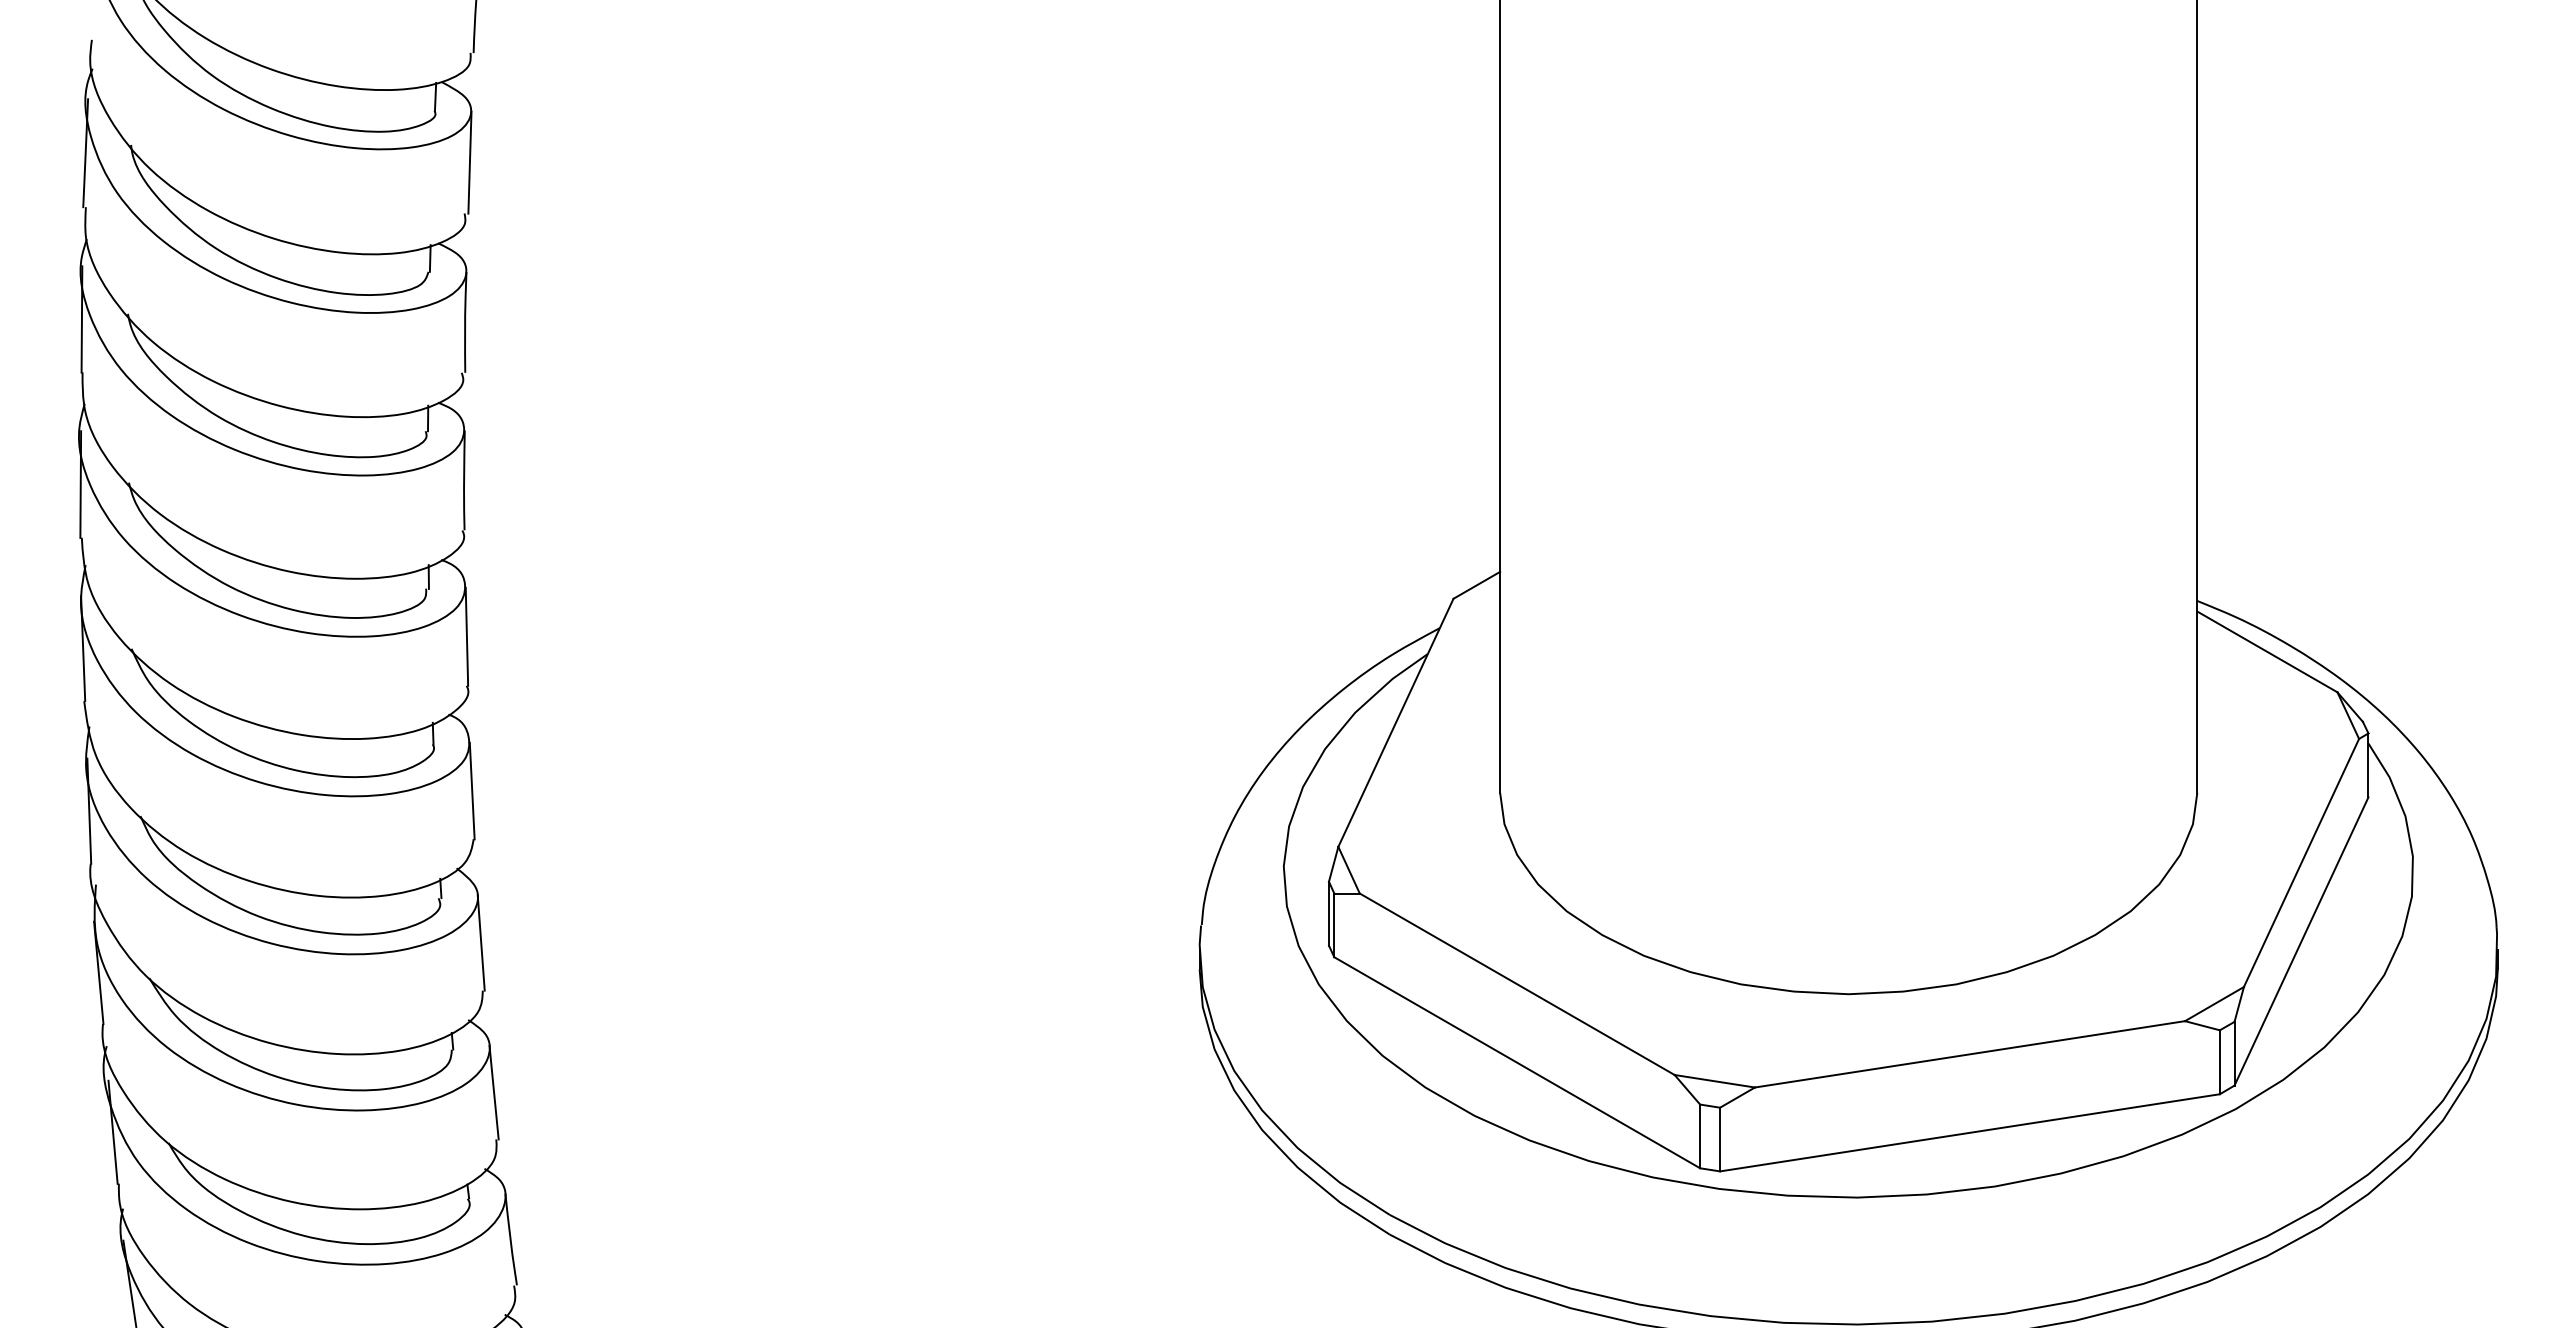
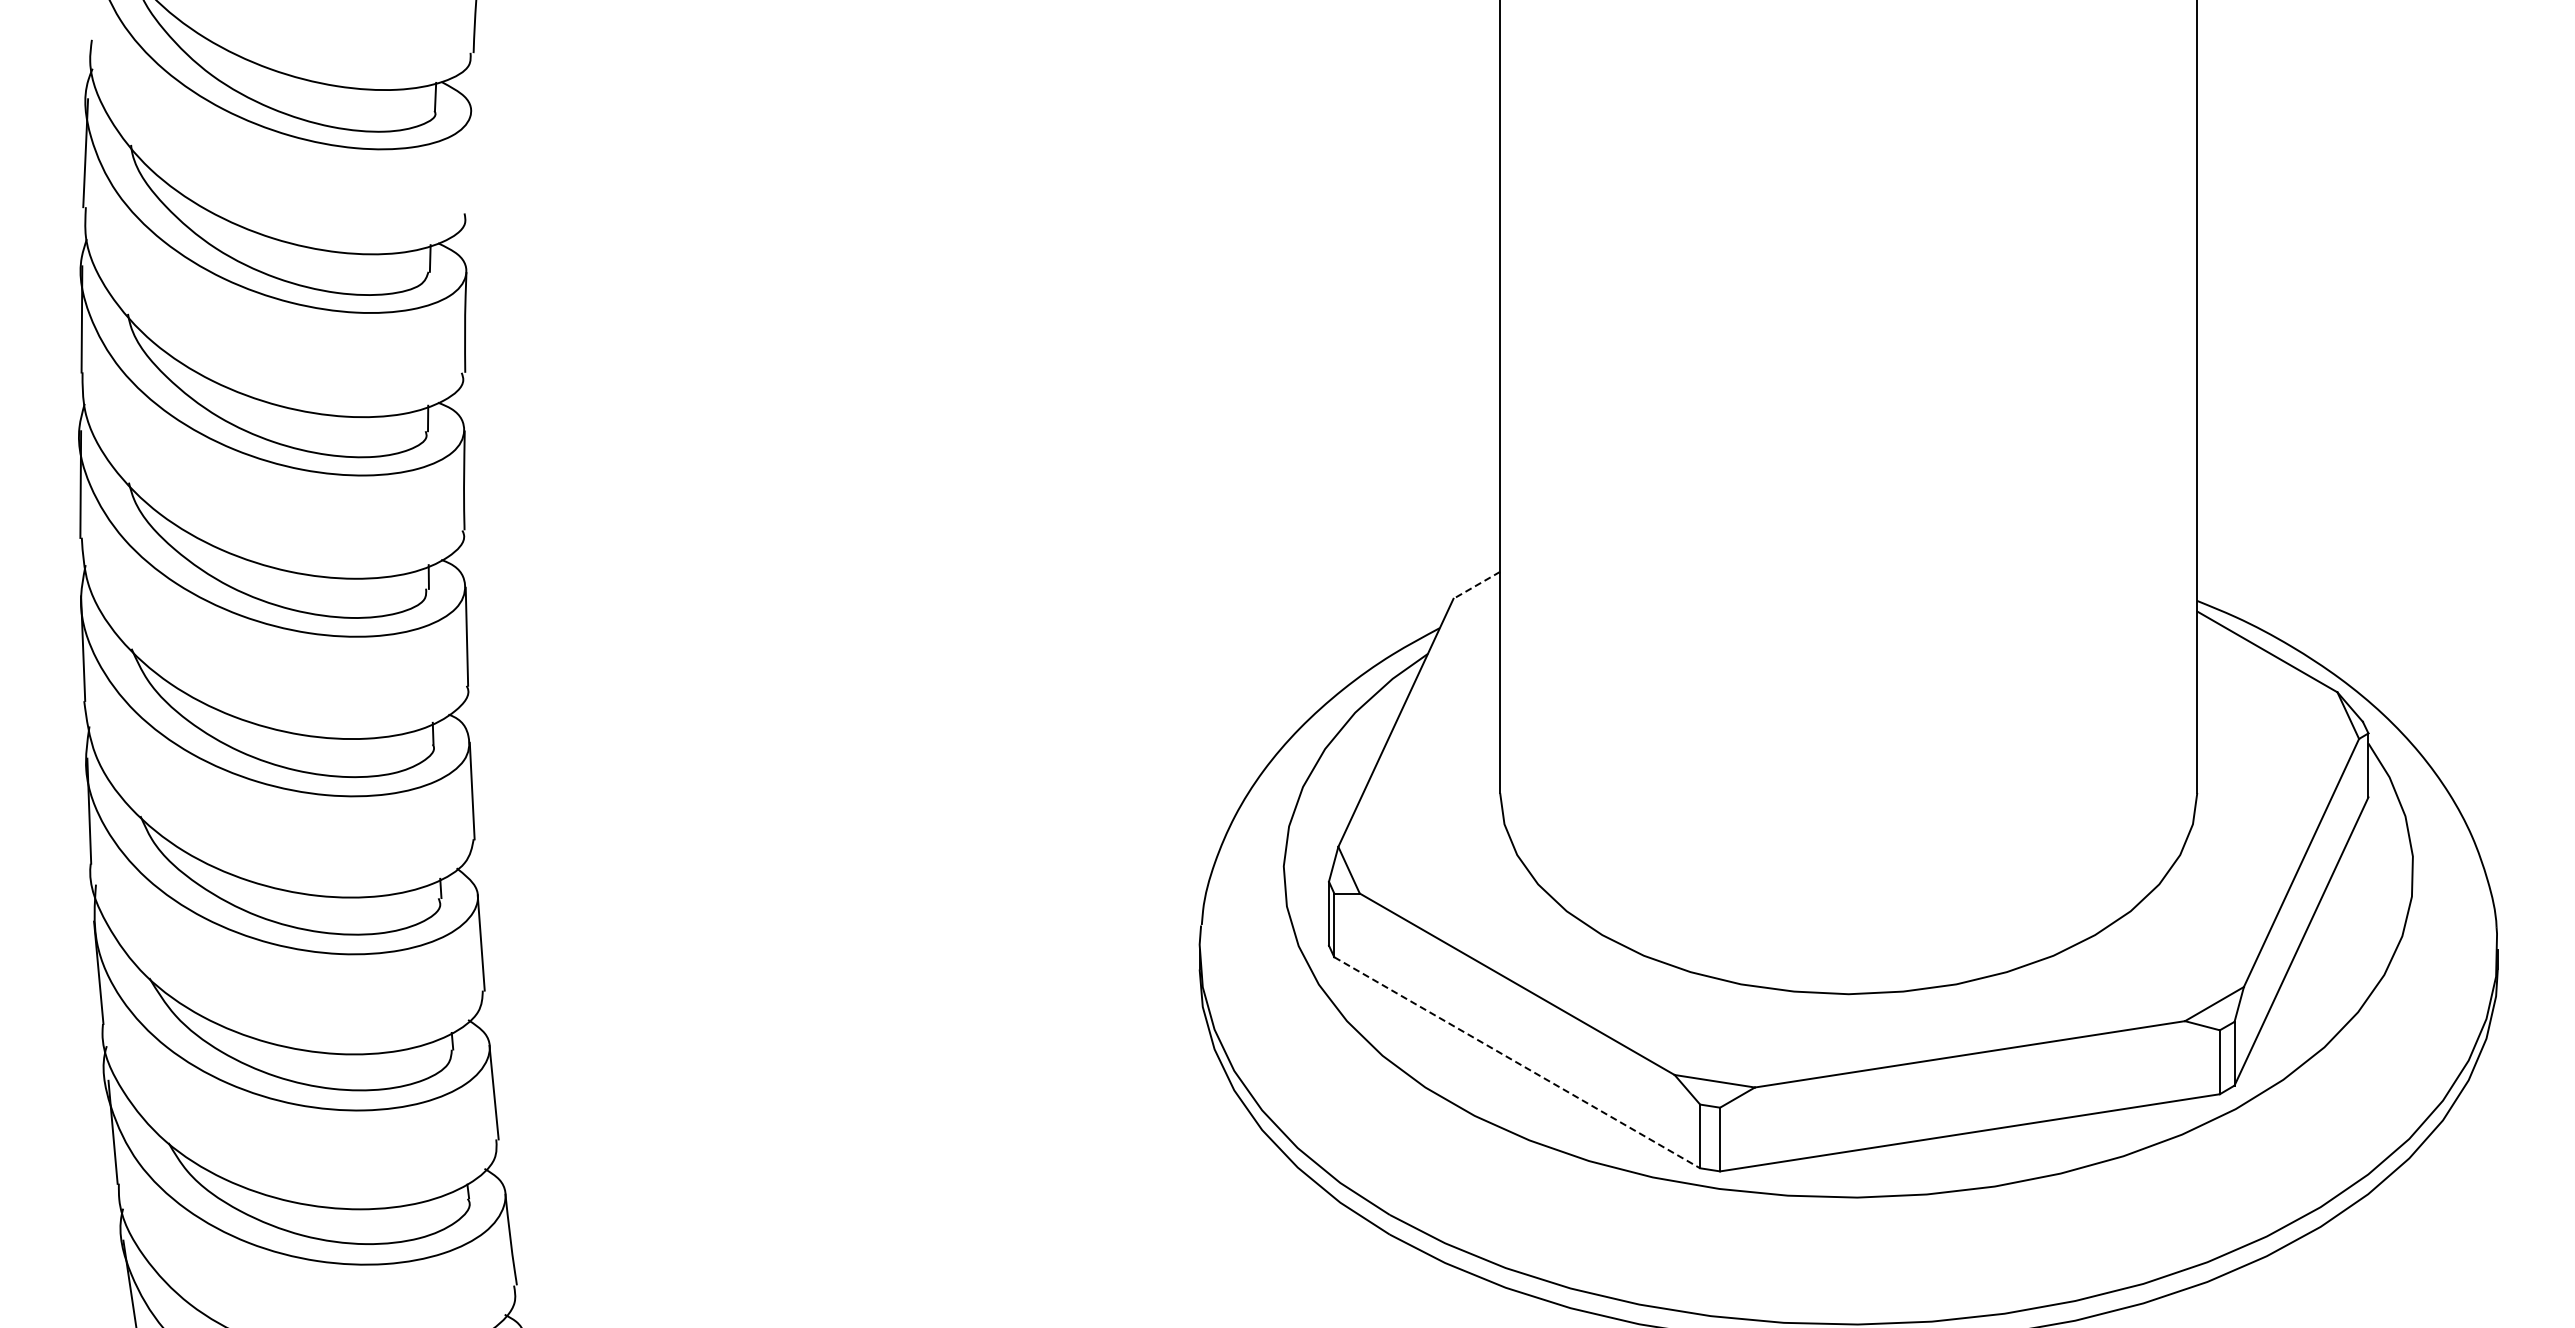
line at (469, 162): present -> none
line at (1476, 585): solid -> dashed
line at (1517, 1063): solid -> dashed
